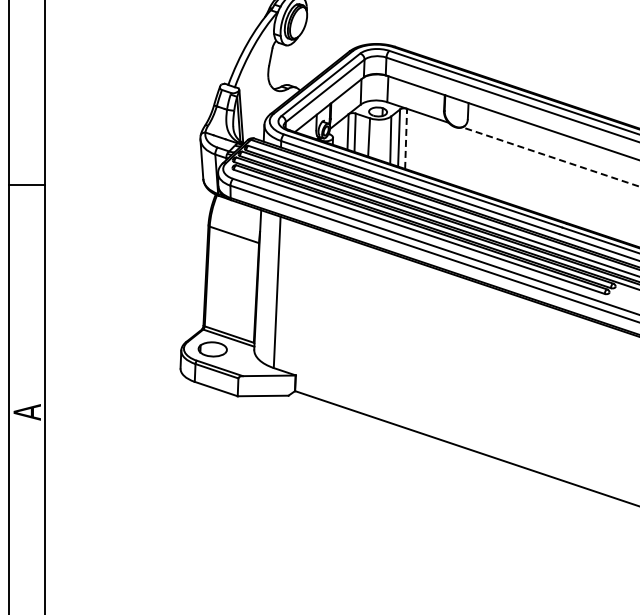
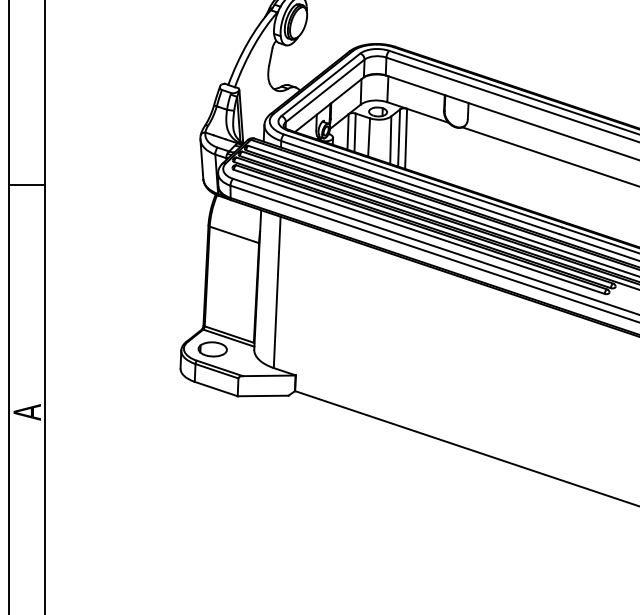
line at (406, 138): dashed -> solid
line at (550, 156): dashed -> solid
